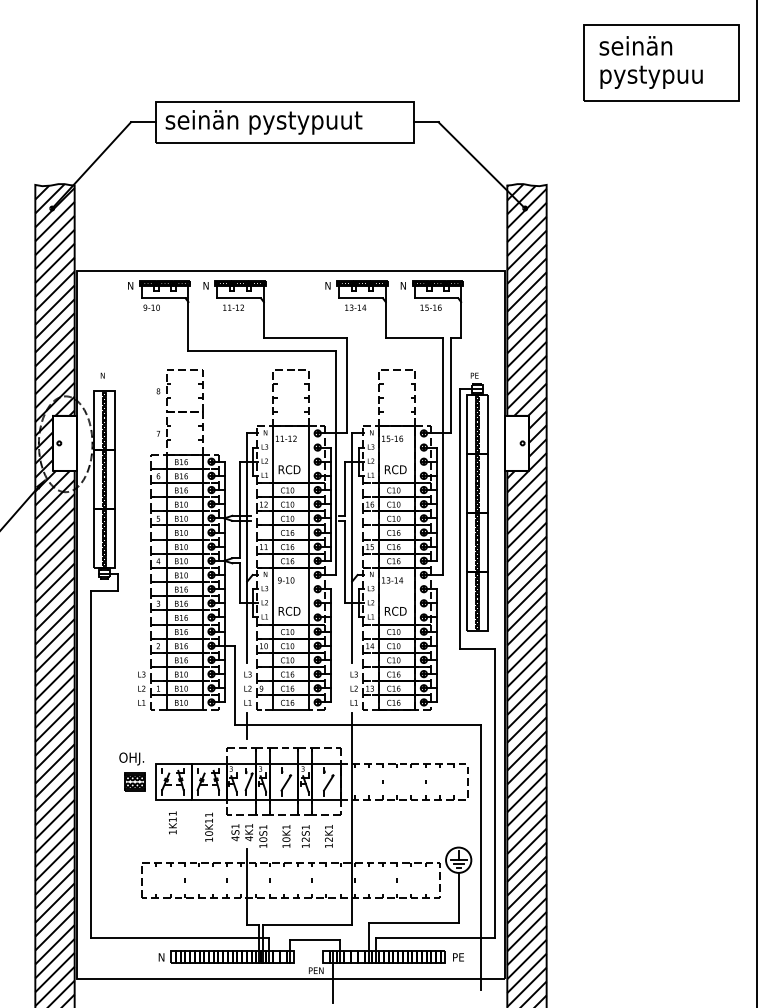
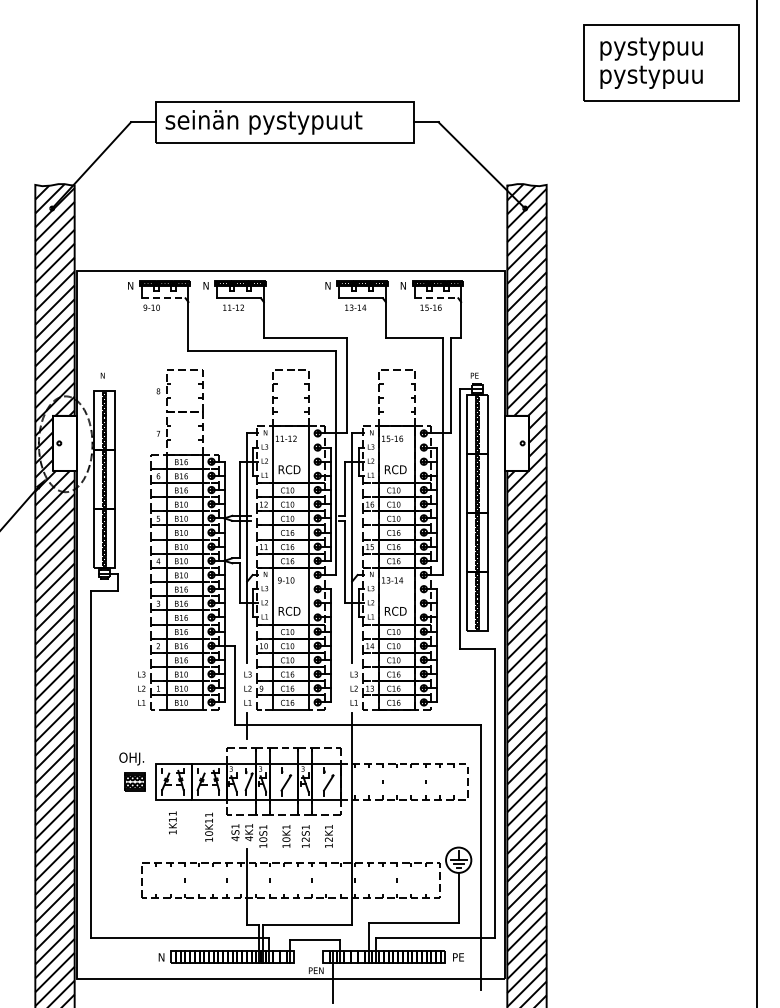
text at (650, 48): seinän -> pystypuu
line at (163, 298): solid -> dashed
line at (436, 298): solid -> dashed
